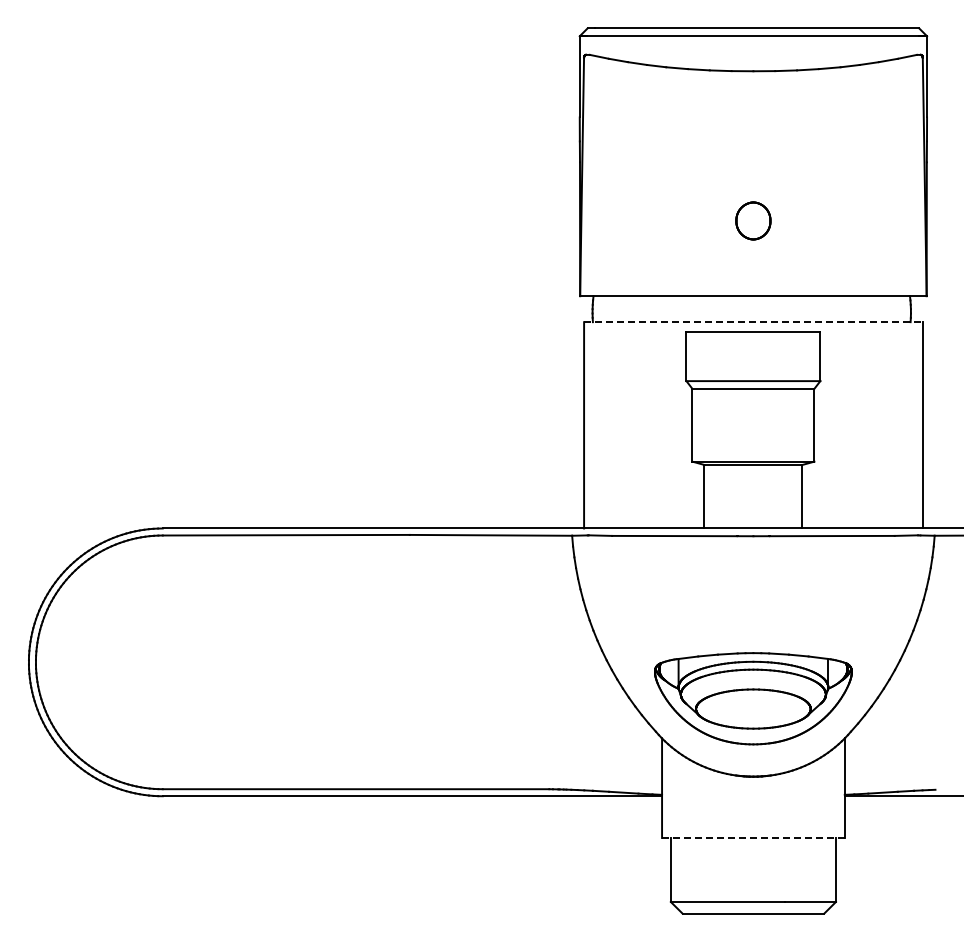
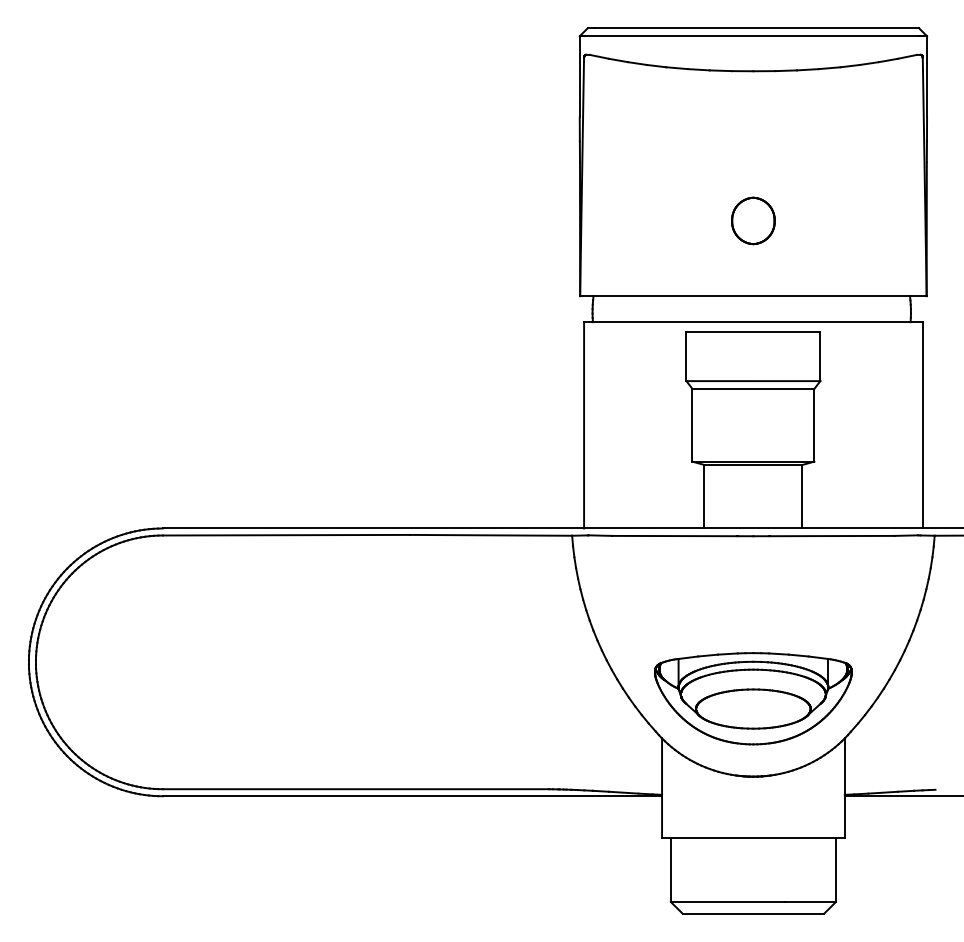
part at (753, 220) size: 37x40 px -> 45x50 px
line at (753, 322): dashed -> solid
line at (752, 838): dashed -> solid
